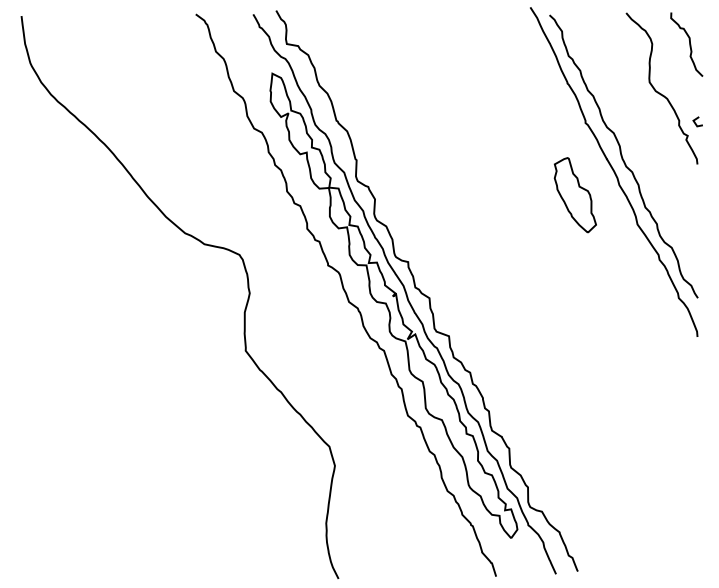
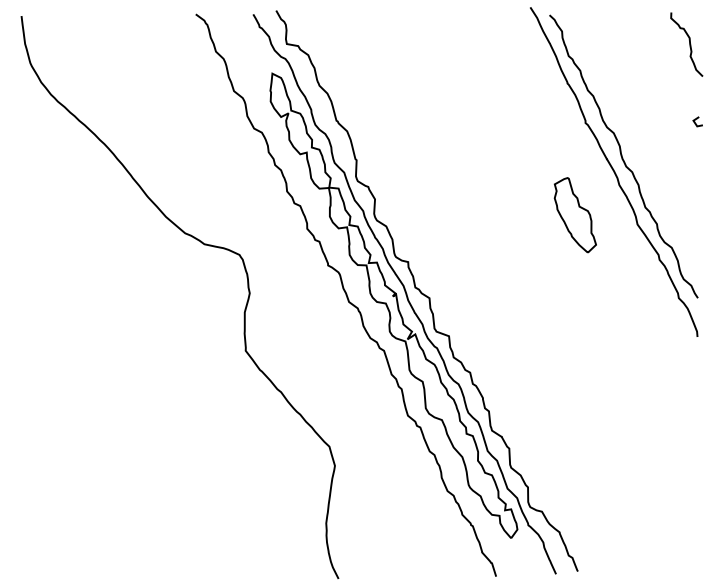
curve at (658, 91): present -> none
part at (574, 195) position: (574, 195) -> (574, 215)
